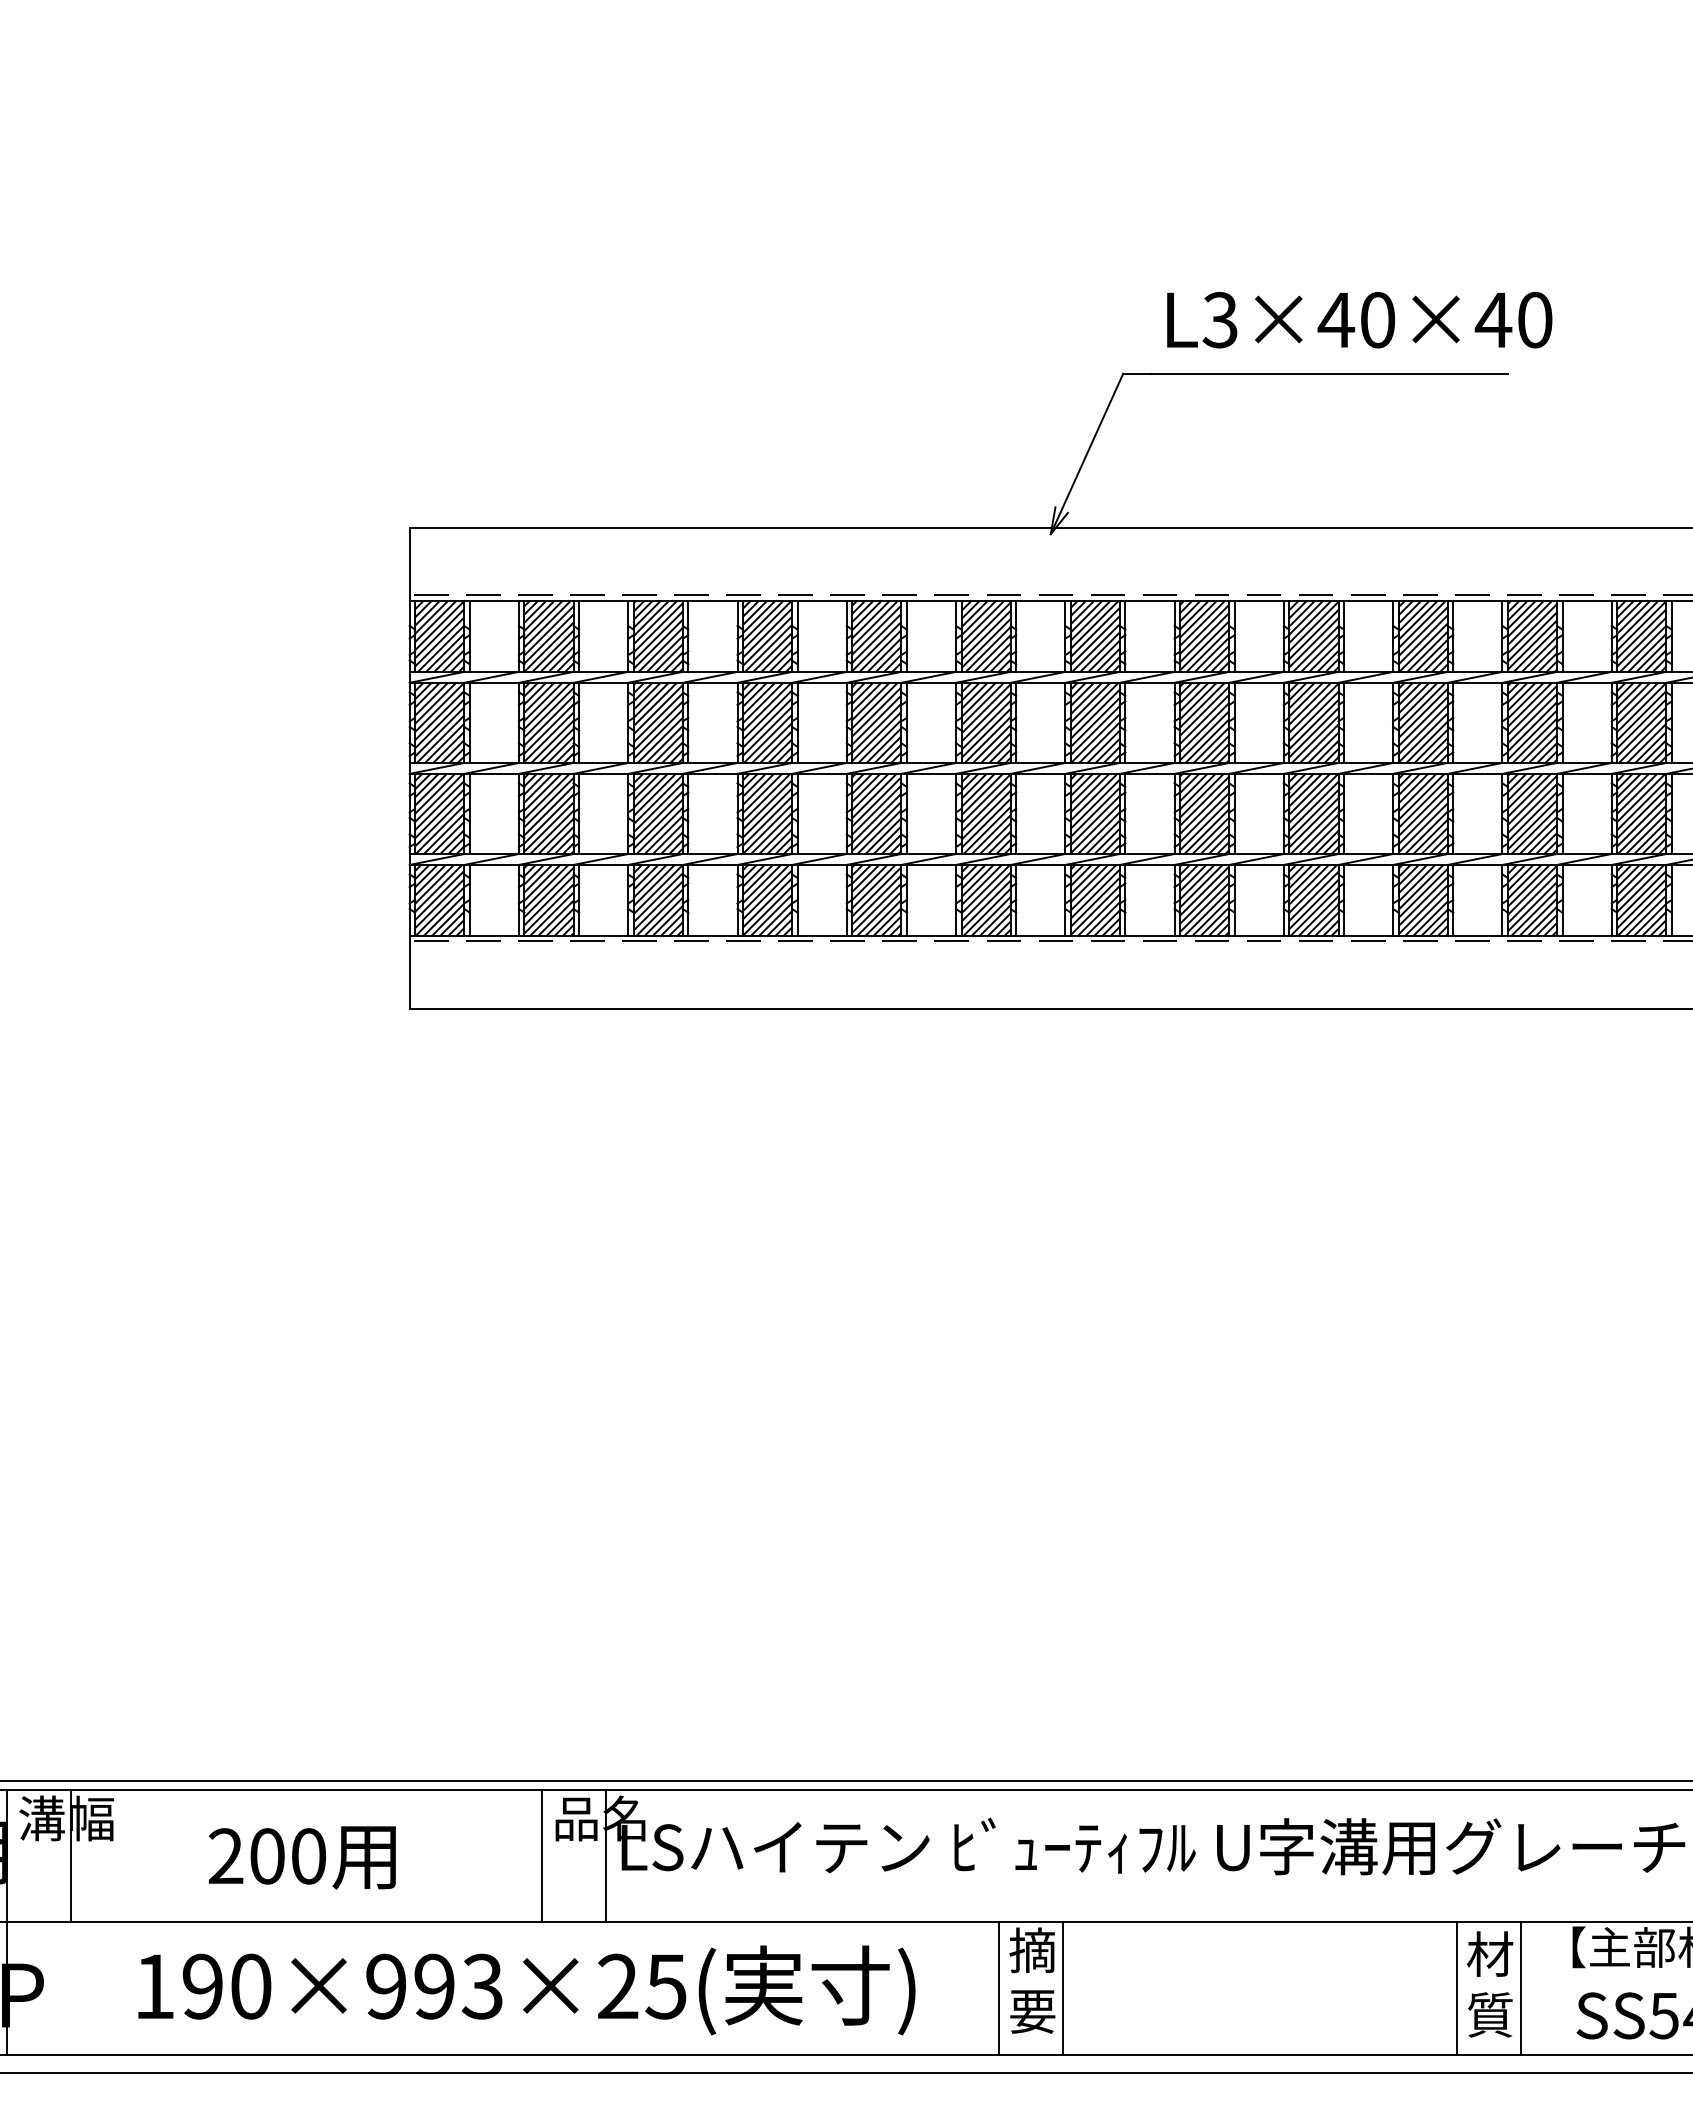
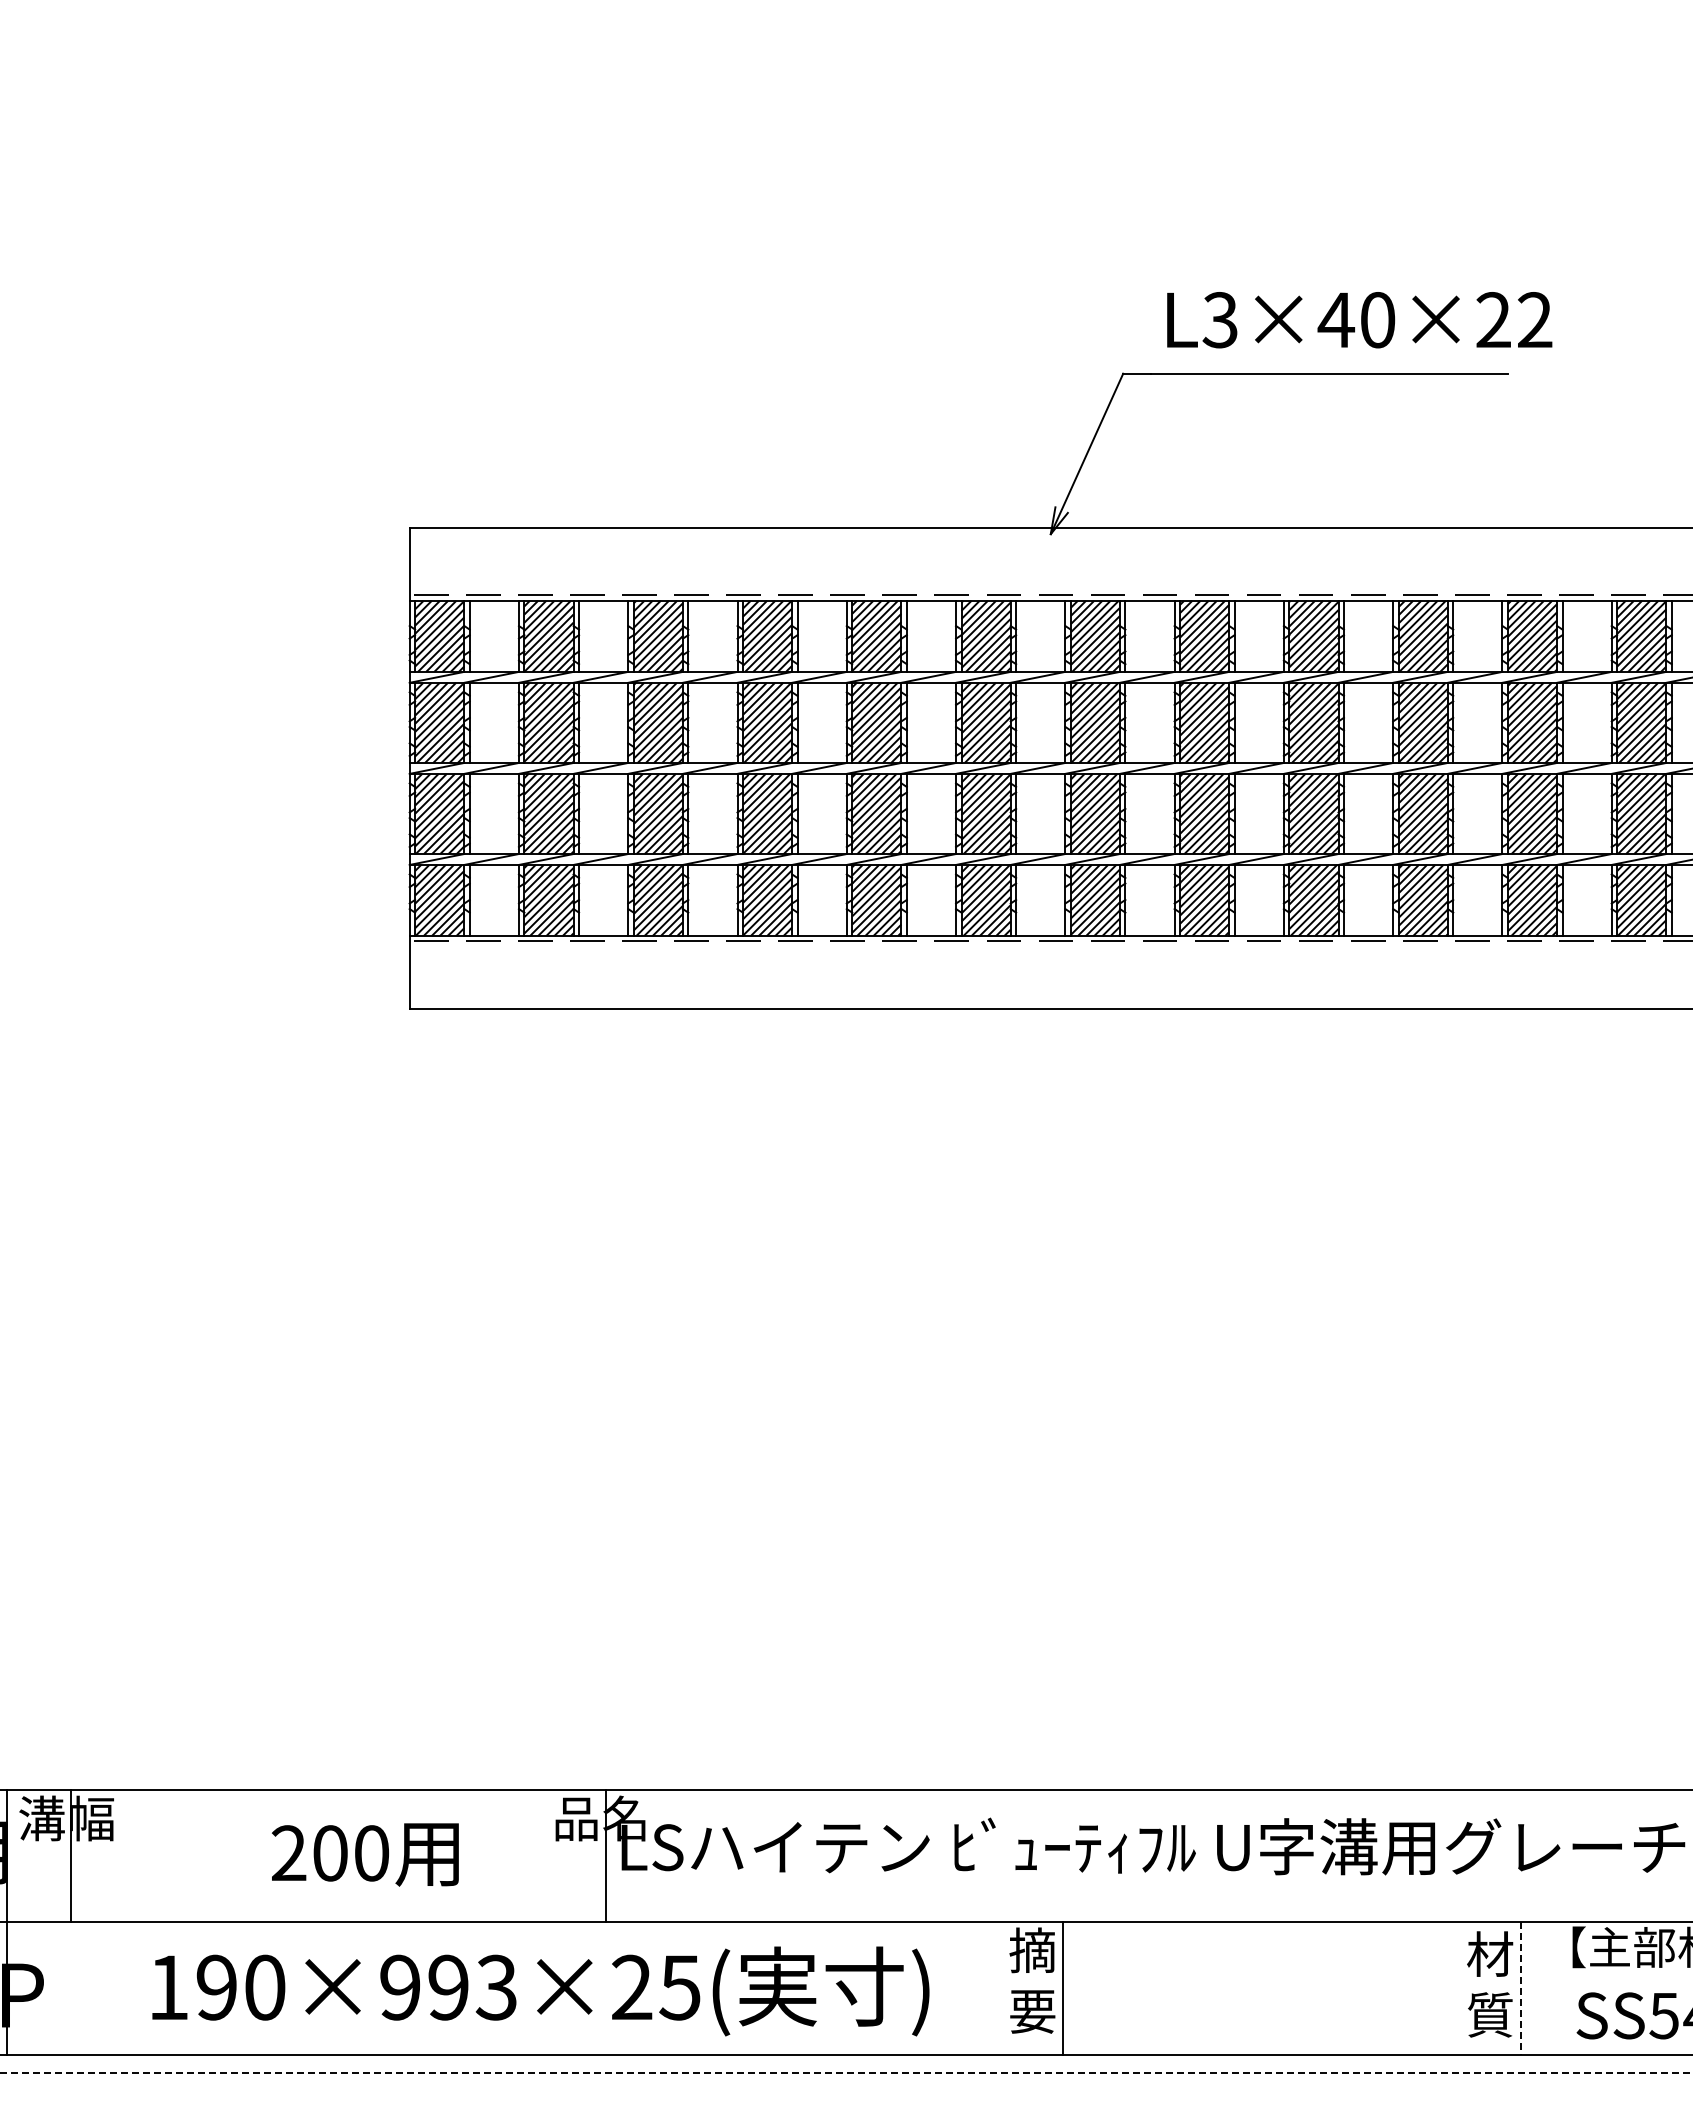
text at (1513, 320): L3×40×40 -> L3×40×22
line at (845, 1781): present -> none
line at (541, 1855): present -> none
text at (302, 1857) position: (302, 1857) -> (365, 1854)
line at (999, 1988): present -> none
line at (1456, 1988): present -> none
line at (1520, 1988): solid -> dashed
text at (526, 1990) position: (526, 1990) -> (540, 1991)
line at (847, 2072): solid -> dashed
